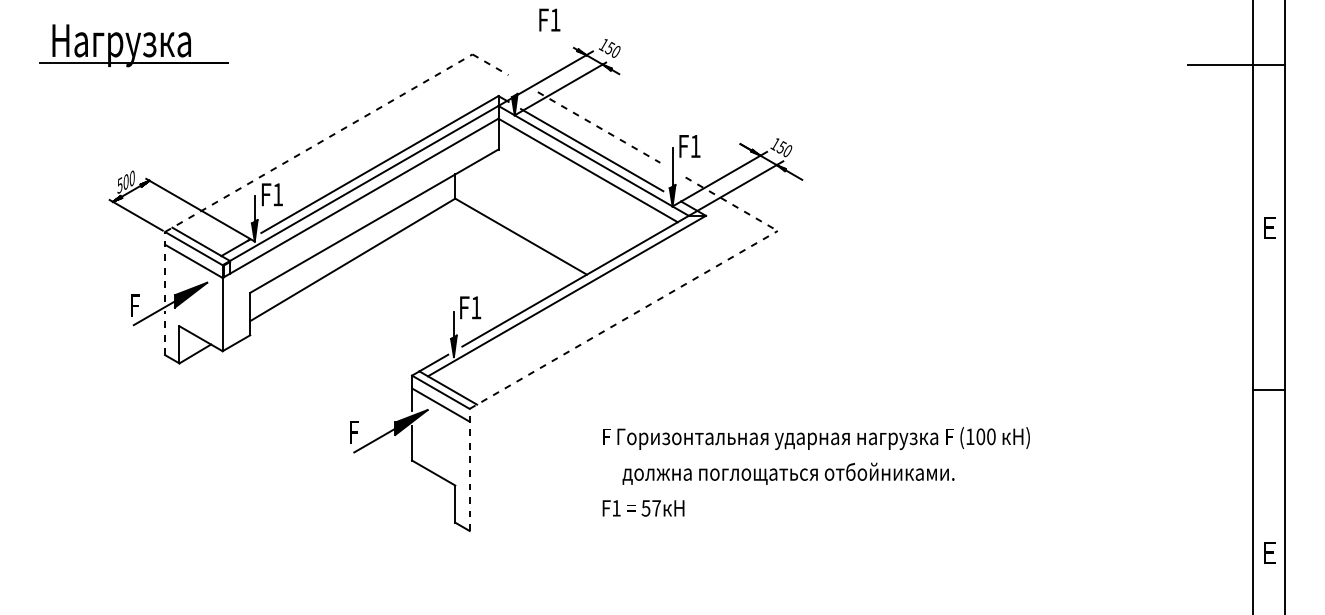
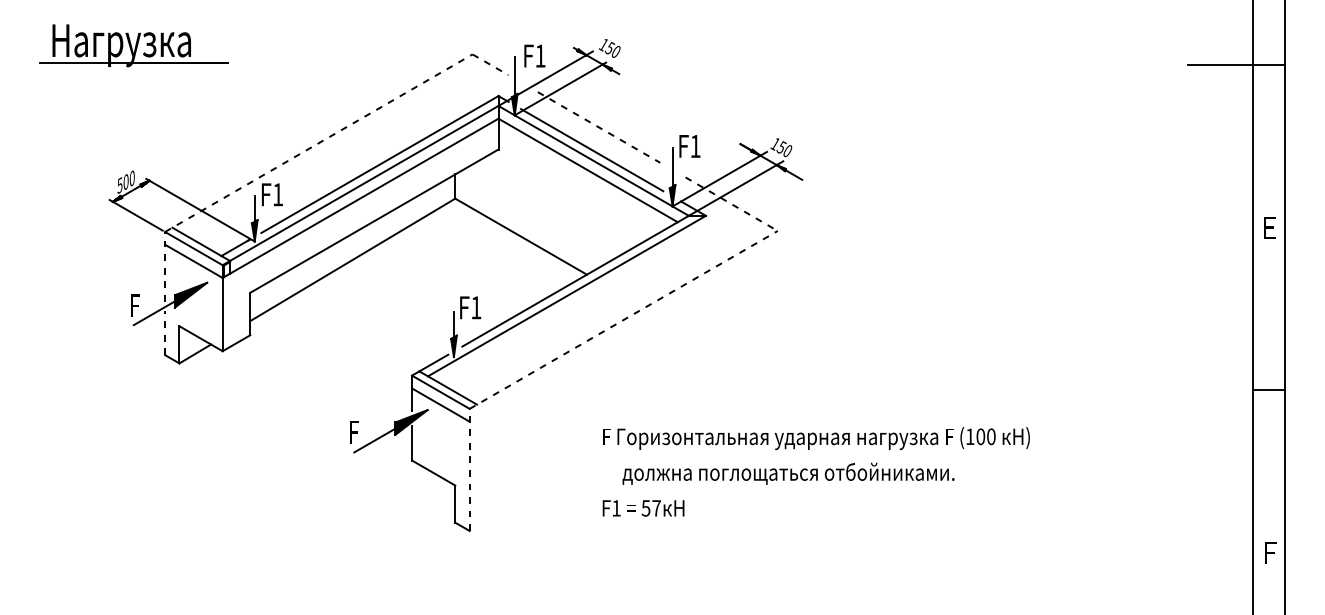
text at (549, 19) position: (549, 19) -> (534, 55)
line at (514, 76): none -> present
text at (1270, 552): E -> F
